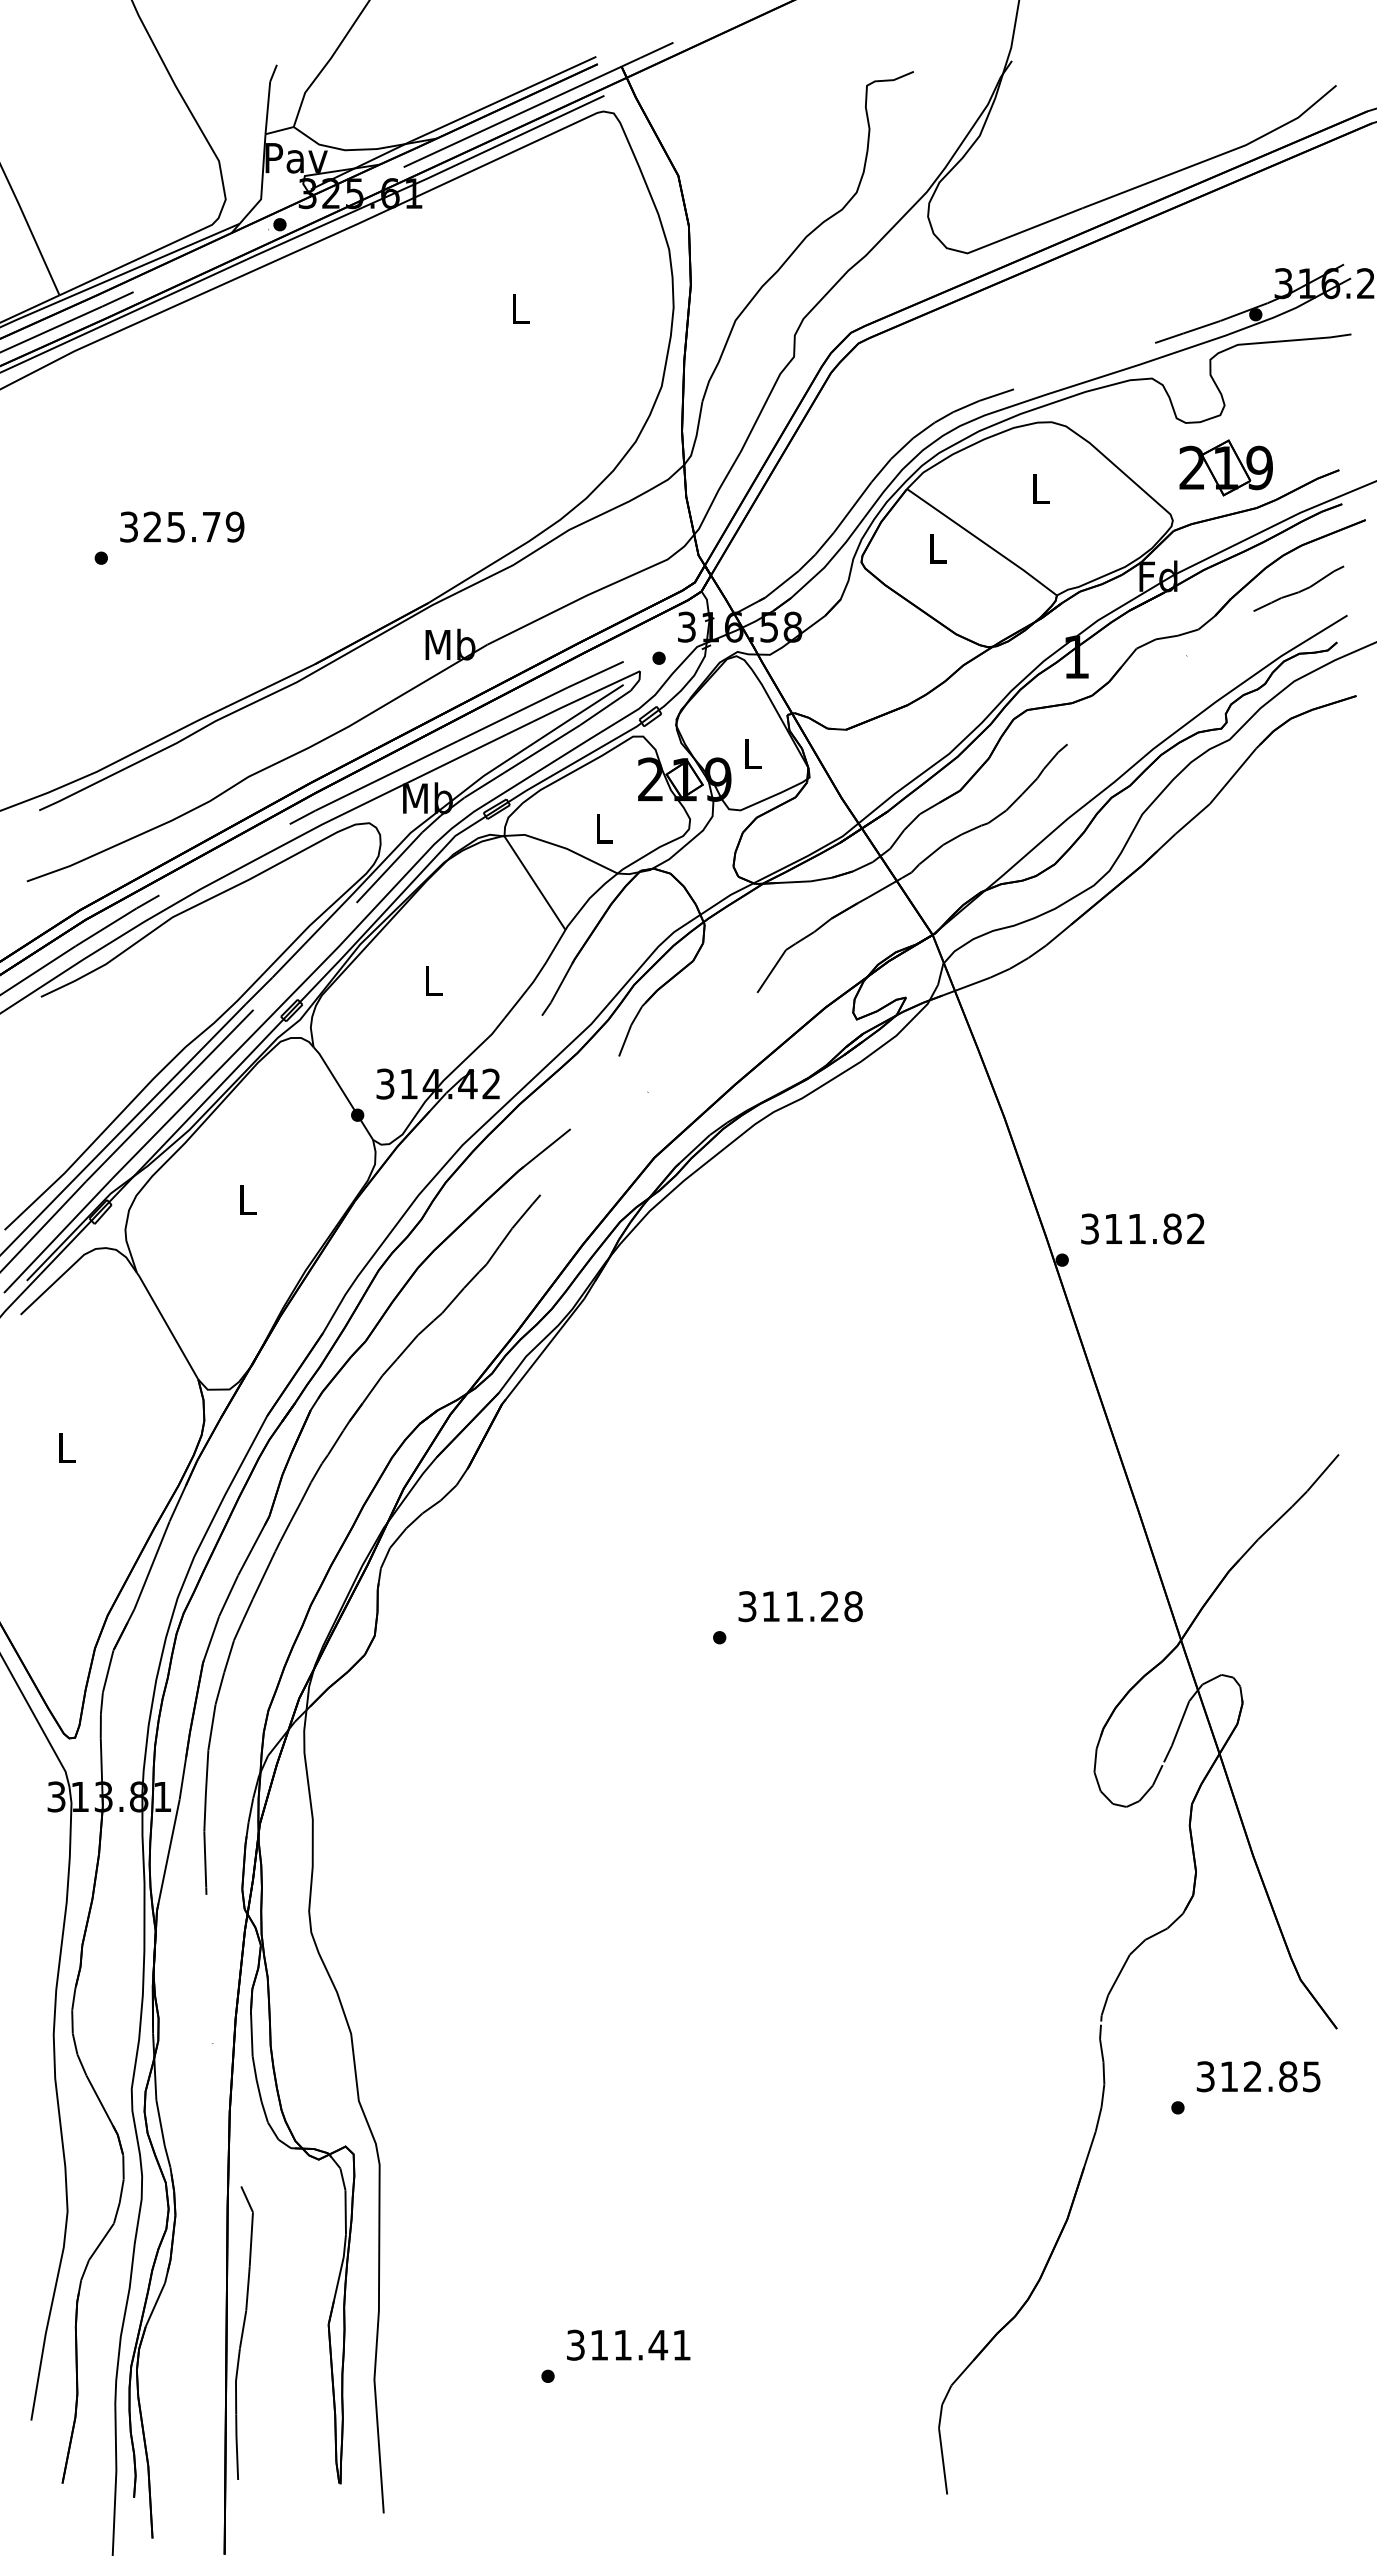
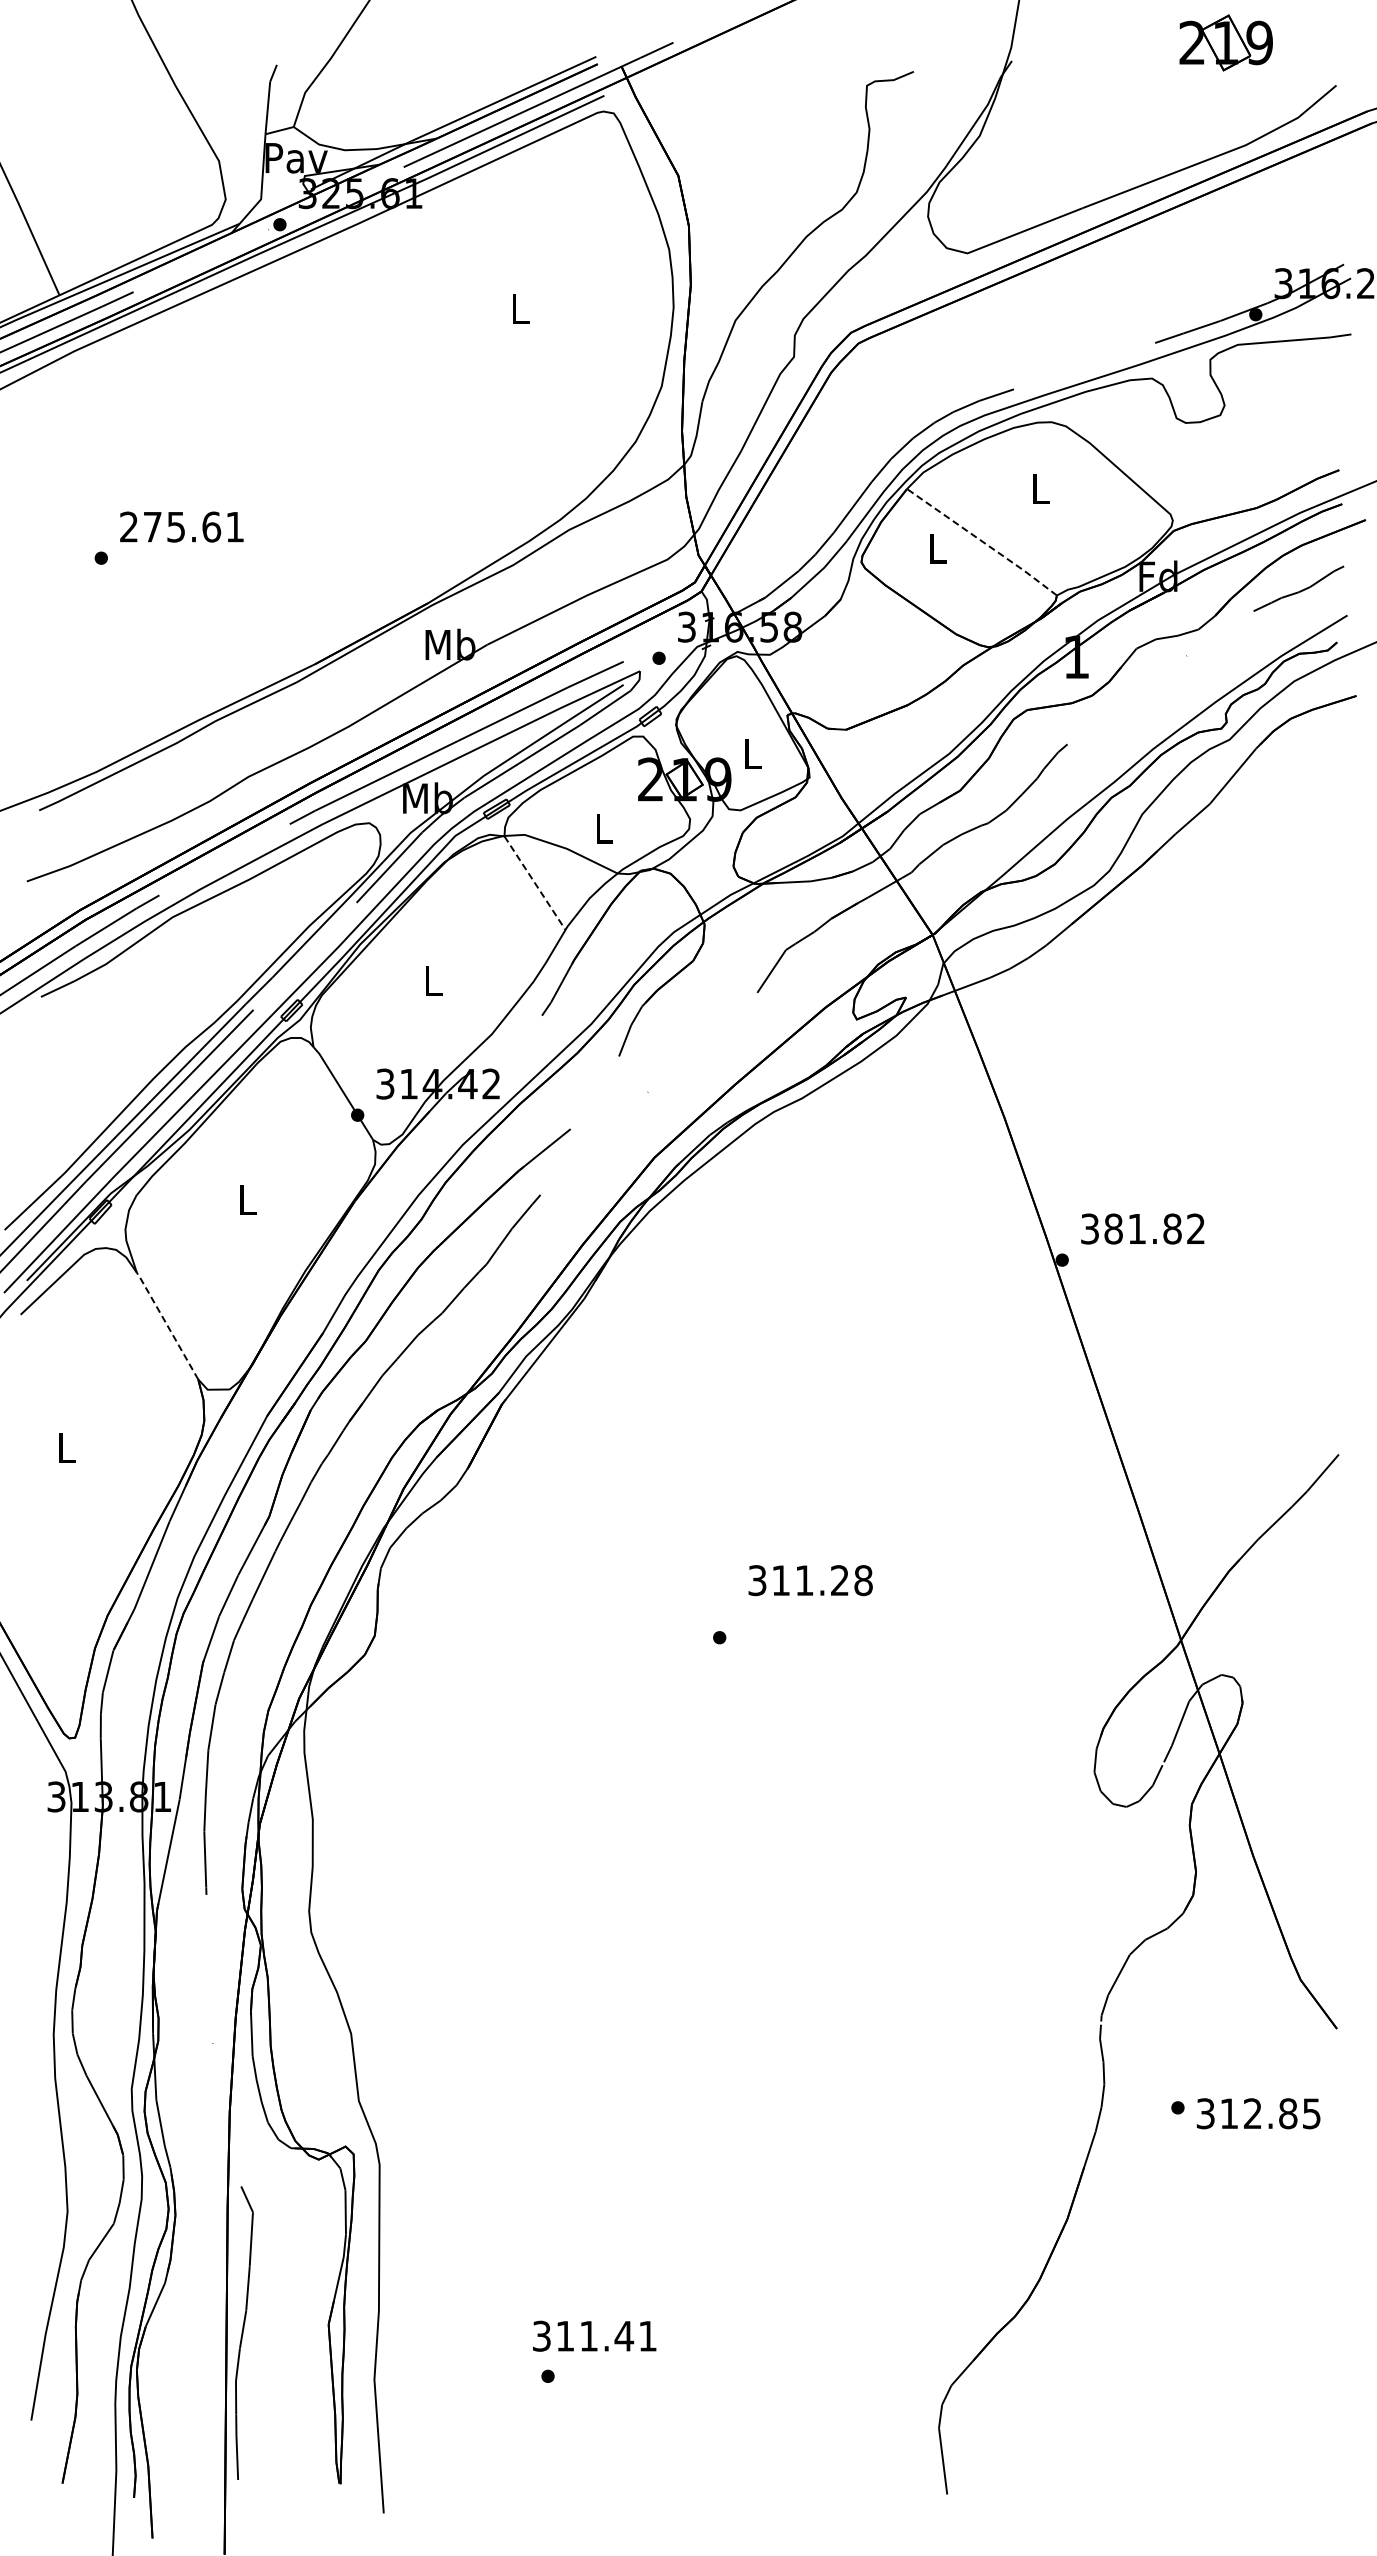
part at (1225, 467) position: (1225, 467) -> (1225, 42)
text at (182, 526): 325.79 -> 275.61
line at (982, 541): solid -> dashed
line at (535, 883): solid -> dashed
text at (1113, 1228): 311.82 -> 381.82
line at (167, 1324): solid -> dashed
text at (800, 1606) position: (800, 1606) -> (810, 1580)
text at (1258, 2076) position: (1258, 2076) -> (1258, 2113)
text at (628, 2344) position: (628, 2344) -> (594, 2335)
